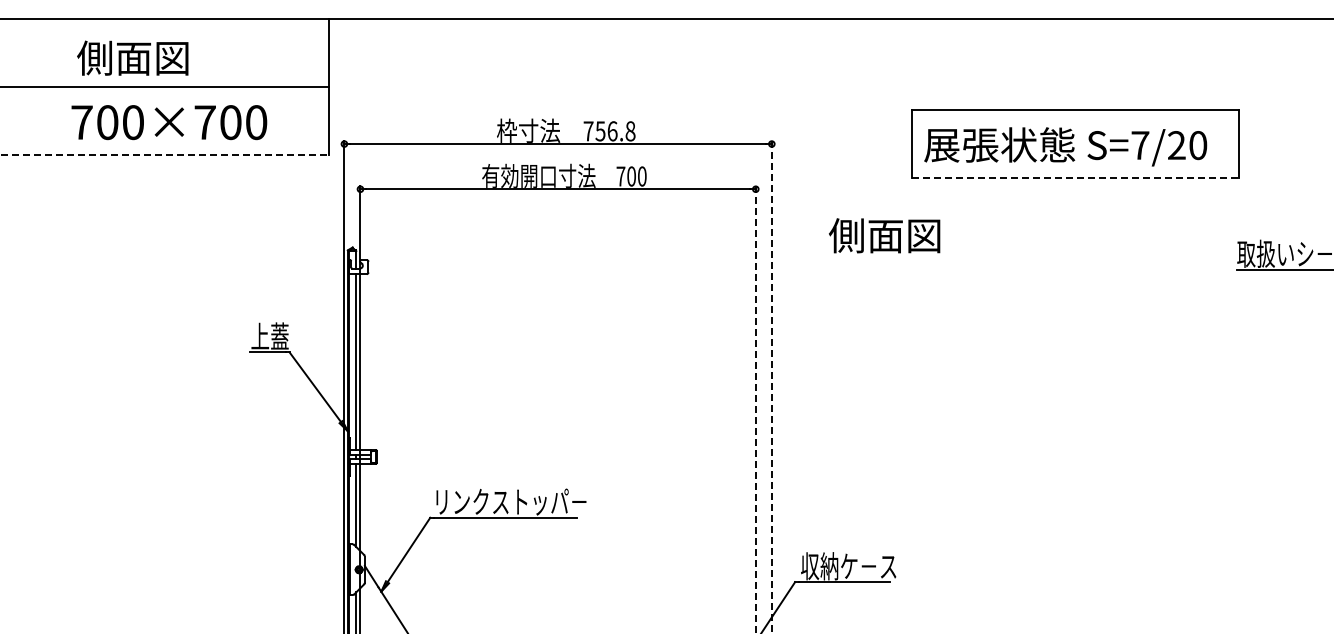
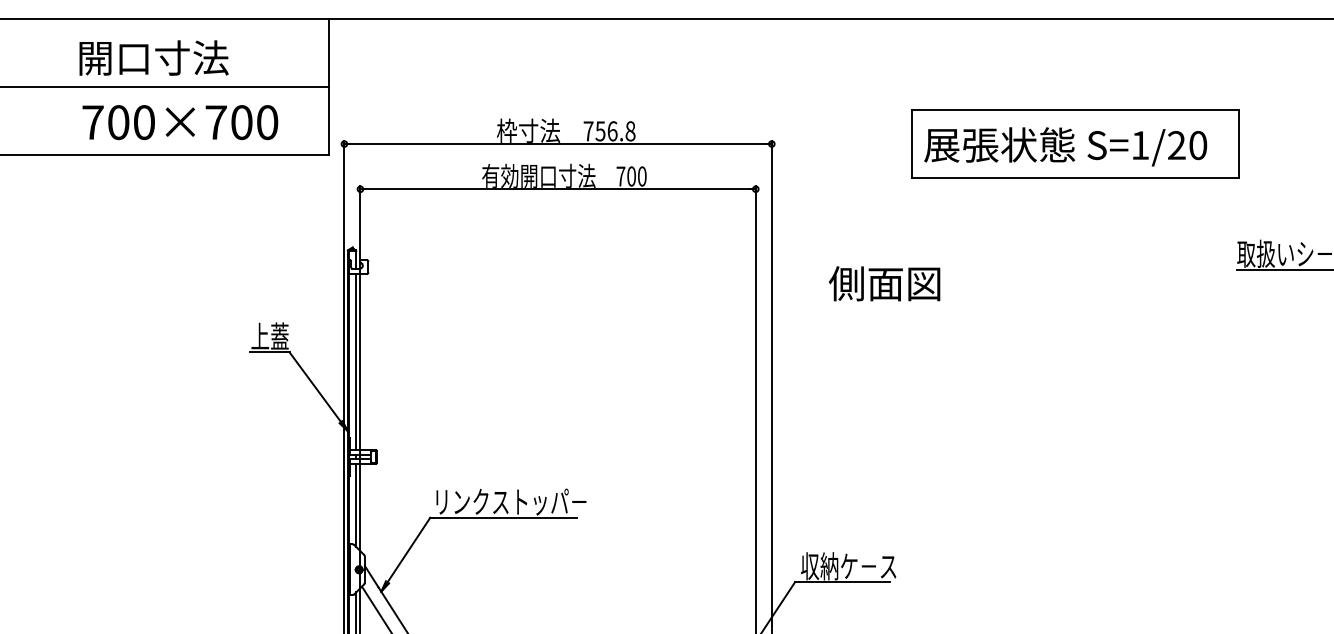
text at (152, 57): 側面図 -> 開口寸法
text at (169, 122) position: (169, 122) -> (180, 122)
text at (1140, 145): S=7/20 -> S=1/20
line at (164, 154): dashed -> solid
line at (1075, 178): dashed -> solid
text at (884, 235) position: (884, 235) -> (884, 283)
line at (771, 387): dashed -> solid
line at (755, 410): dashed -> solid
line at (376, 608): none -> present
